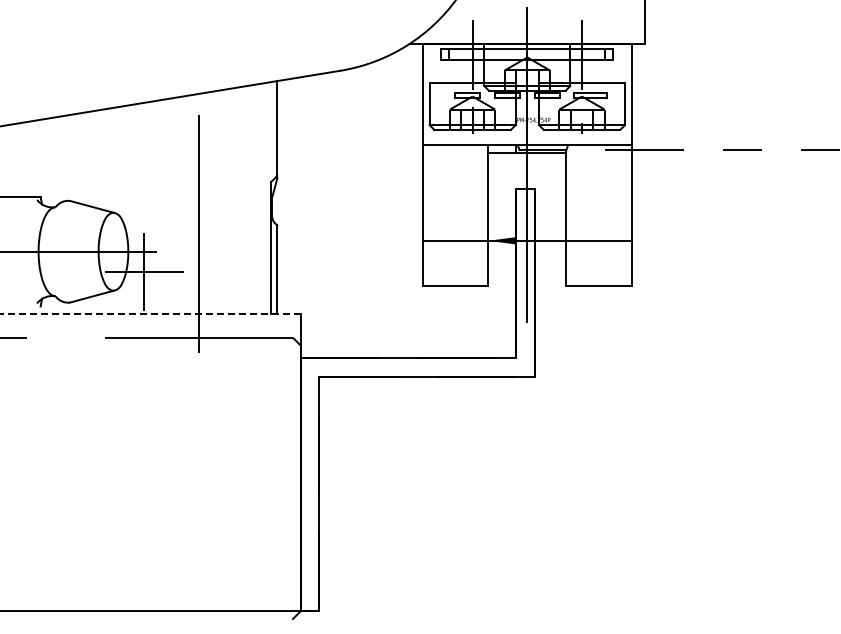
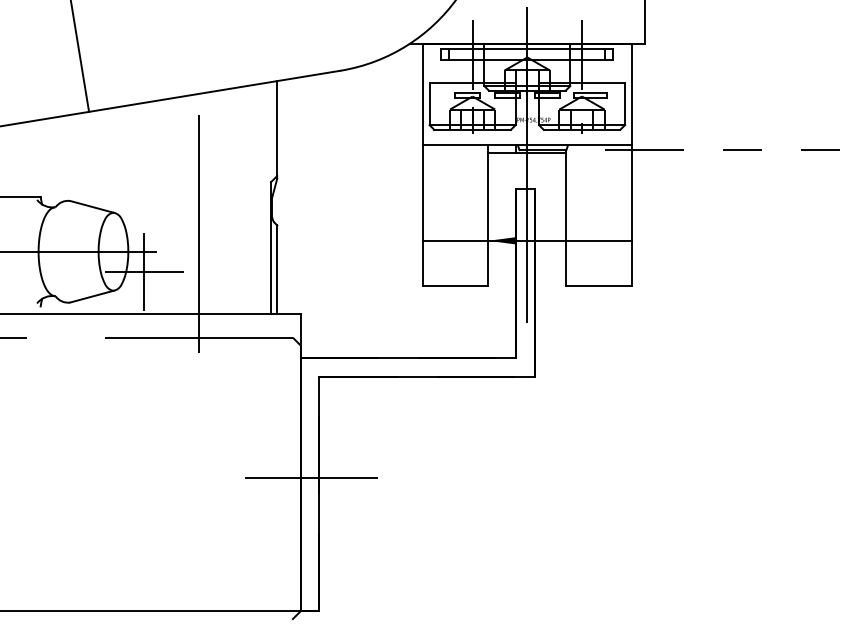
line at (80, 56): none -> present
line at (150, 314): dashed -> solid
line at (311, 478): none -> present
